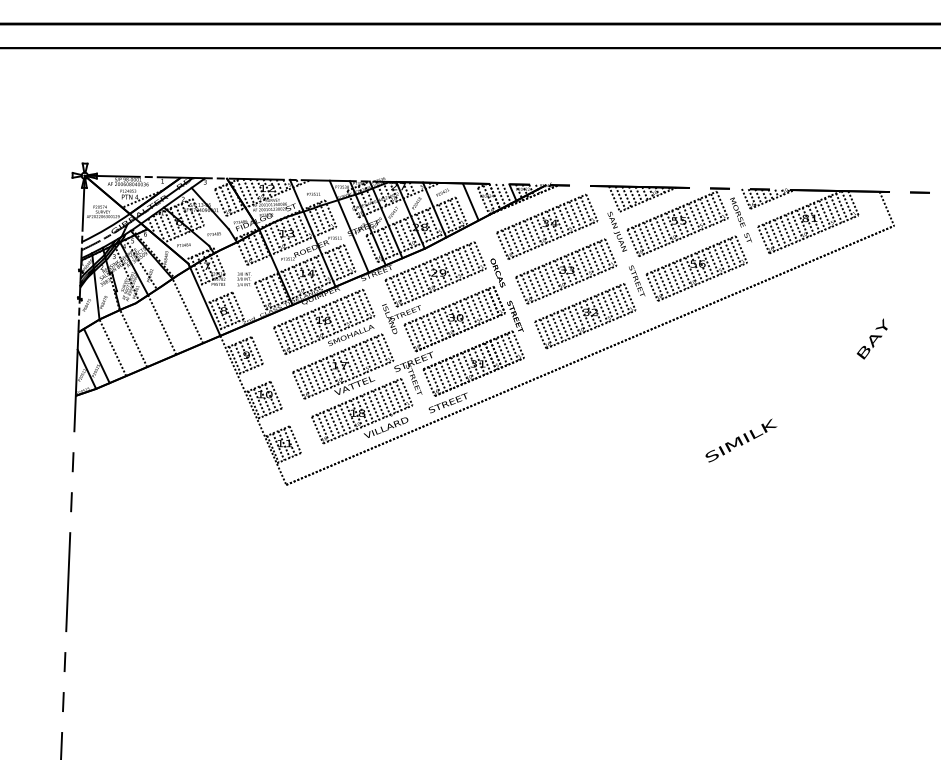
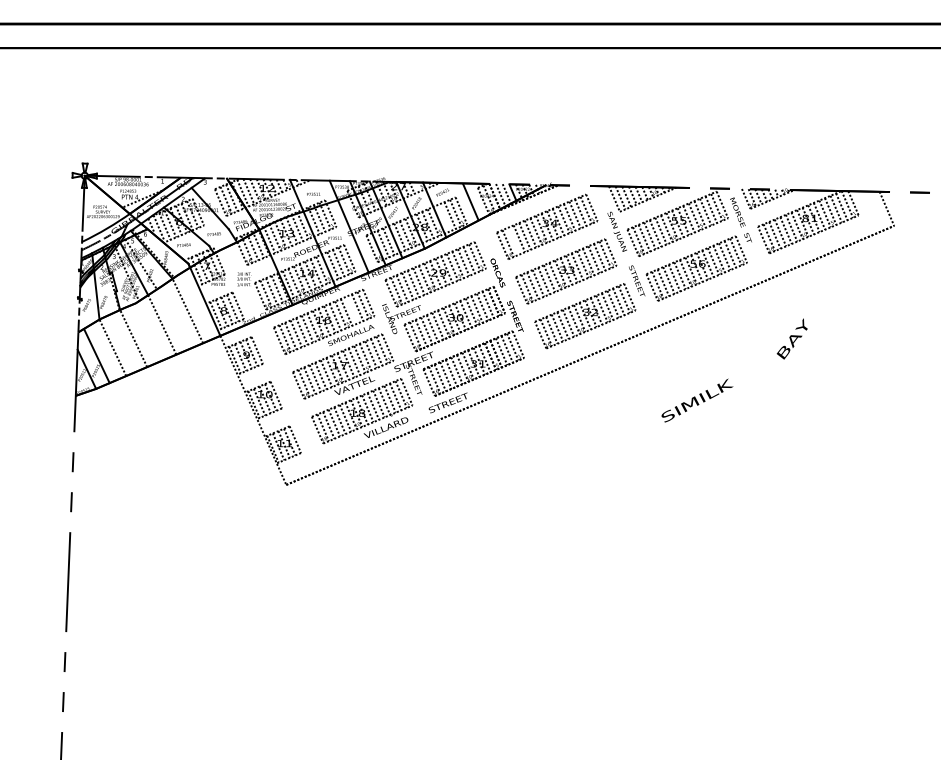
line at (444, 217): present -> none
line at (513, 240): present -> none
line at (351, 309): present -> none
text at (871, 338) position: (871, 338) -> (791, 338)
text at (741, 440) position: (741, 440) -> (697, 400)
